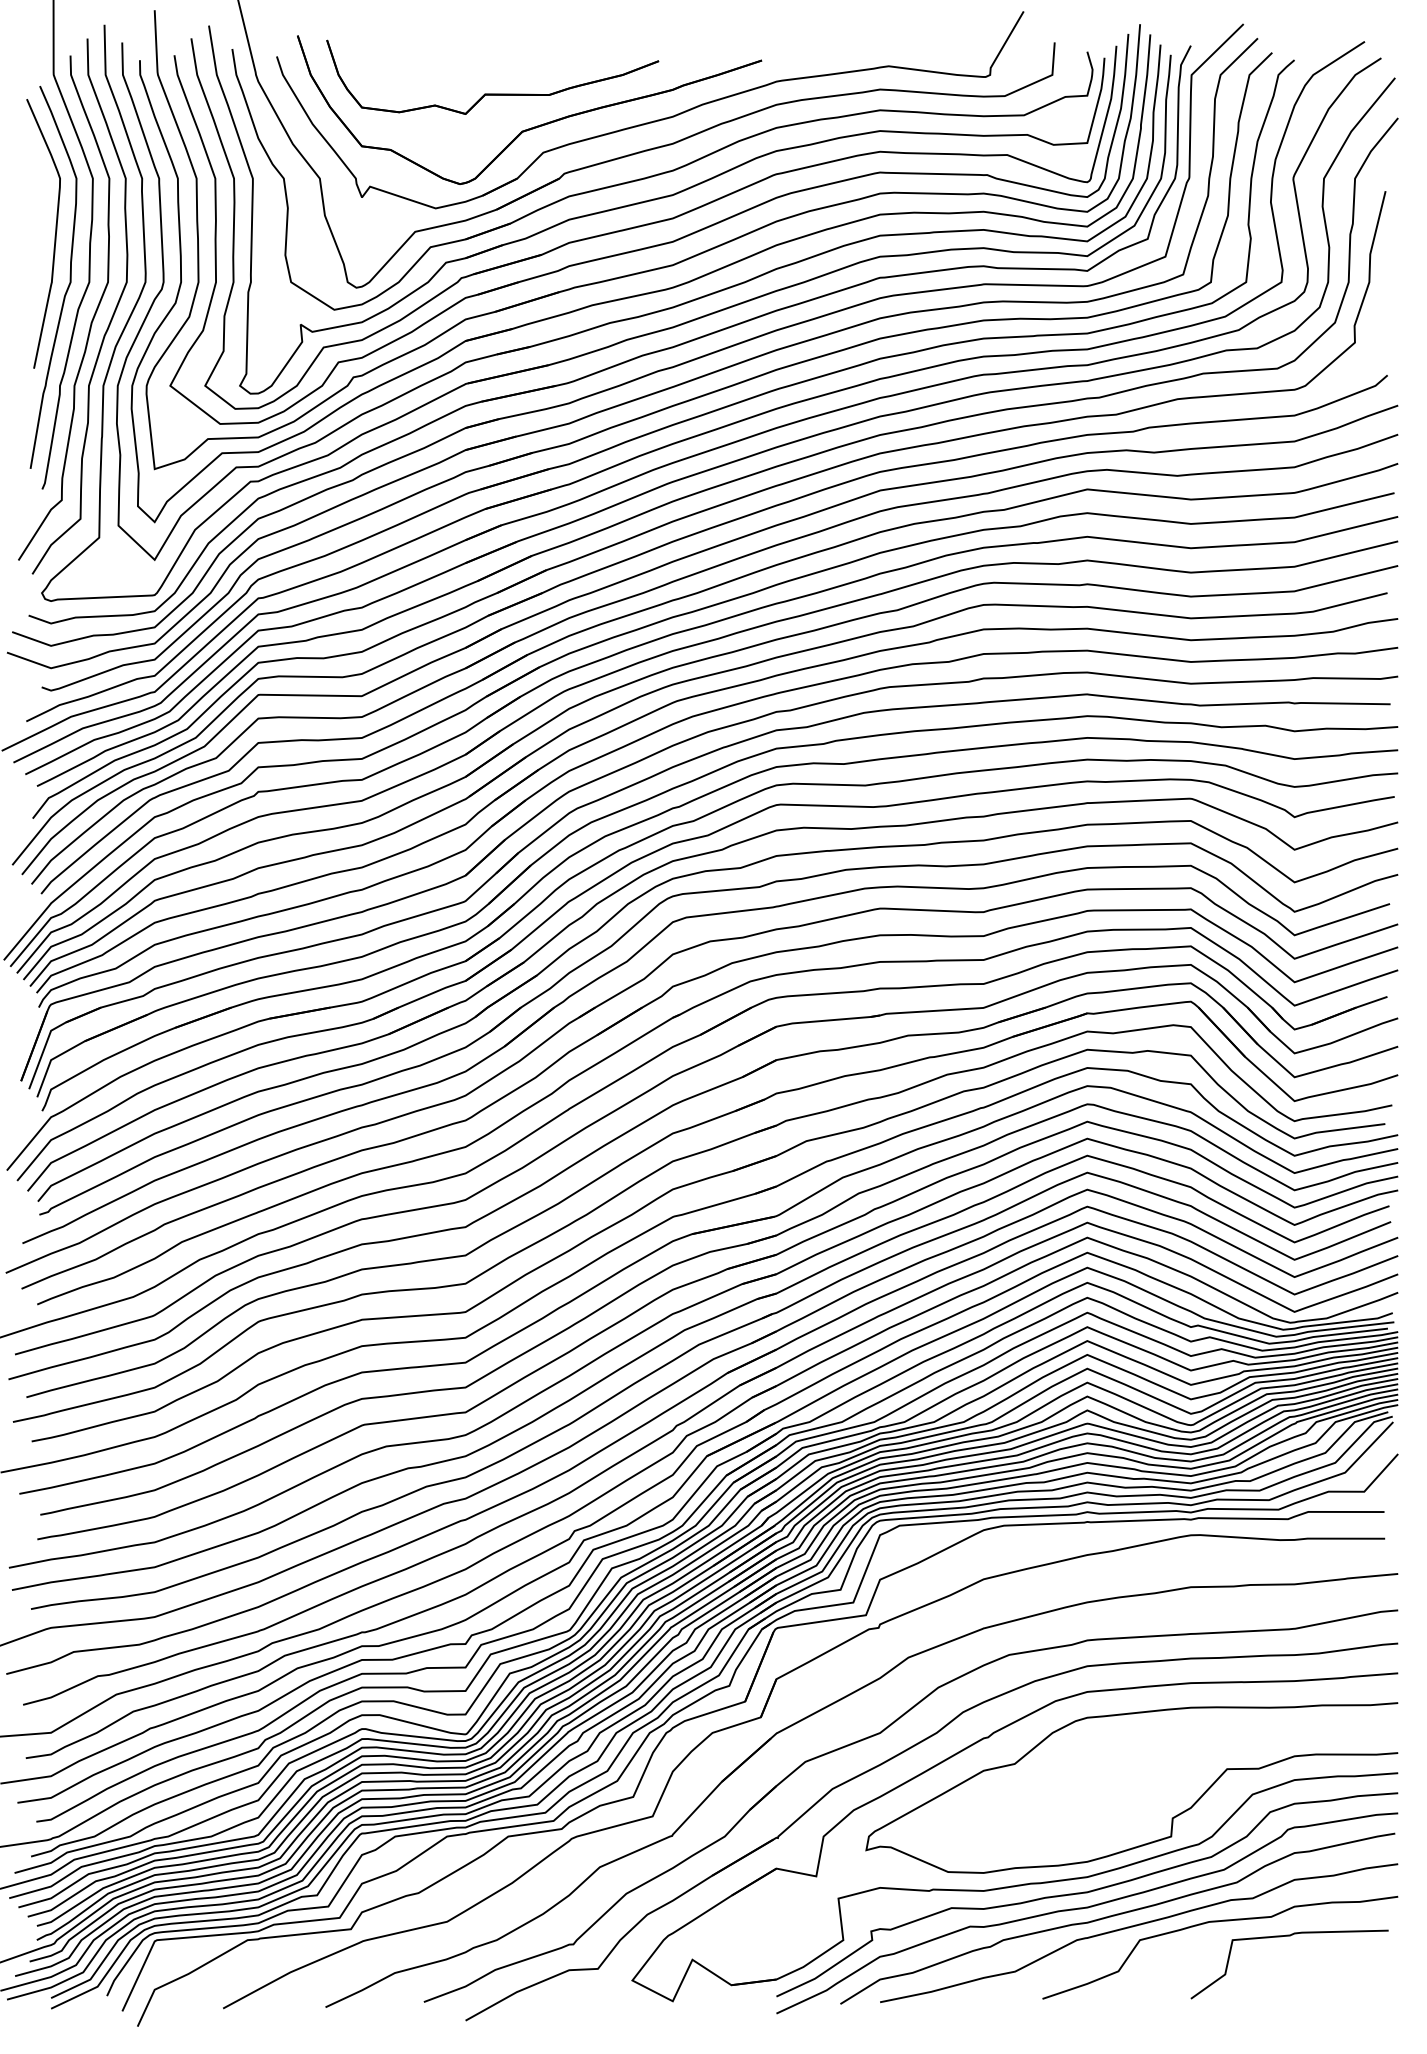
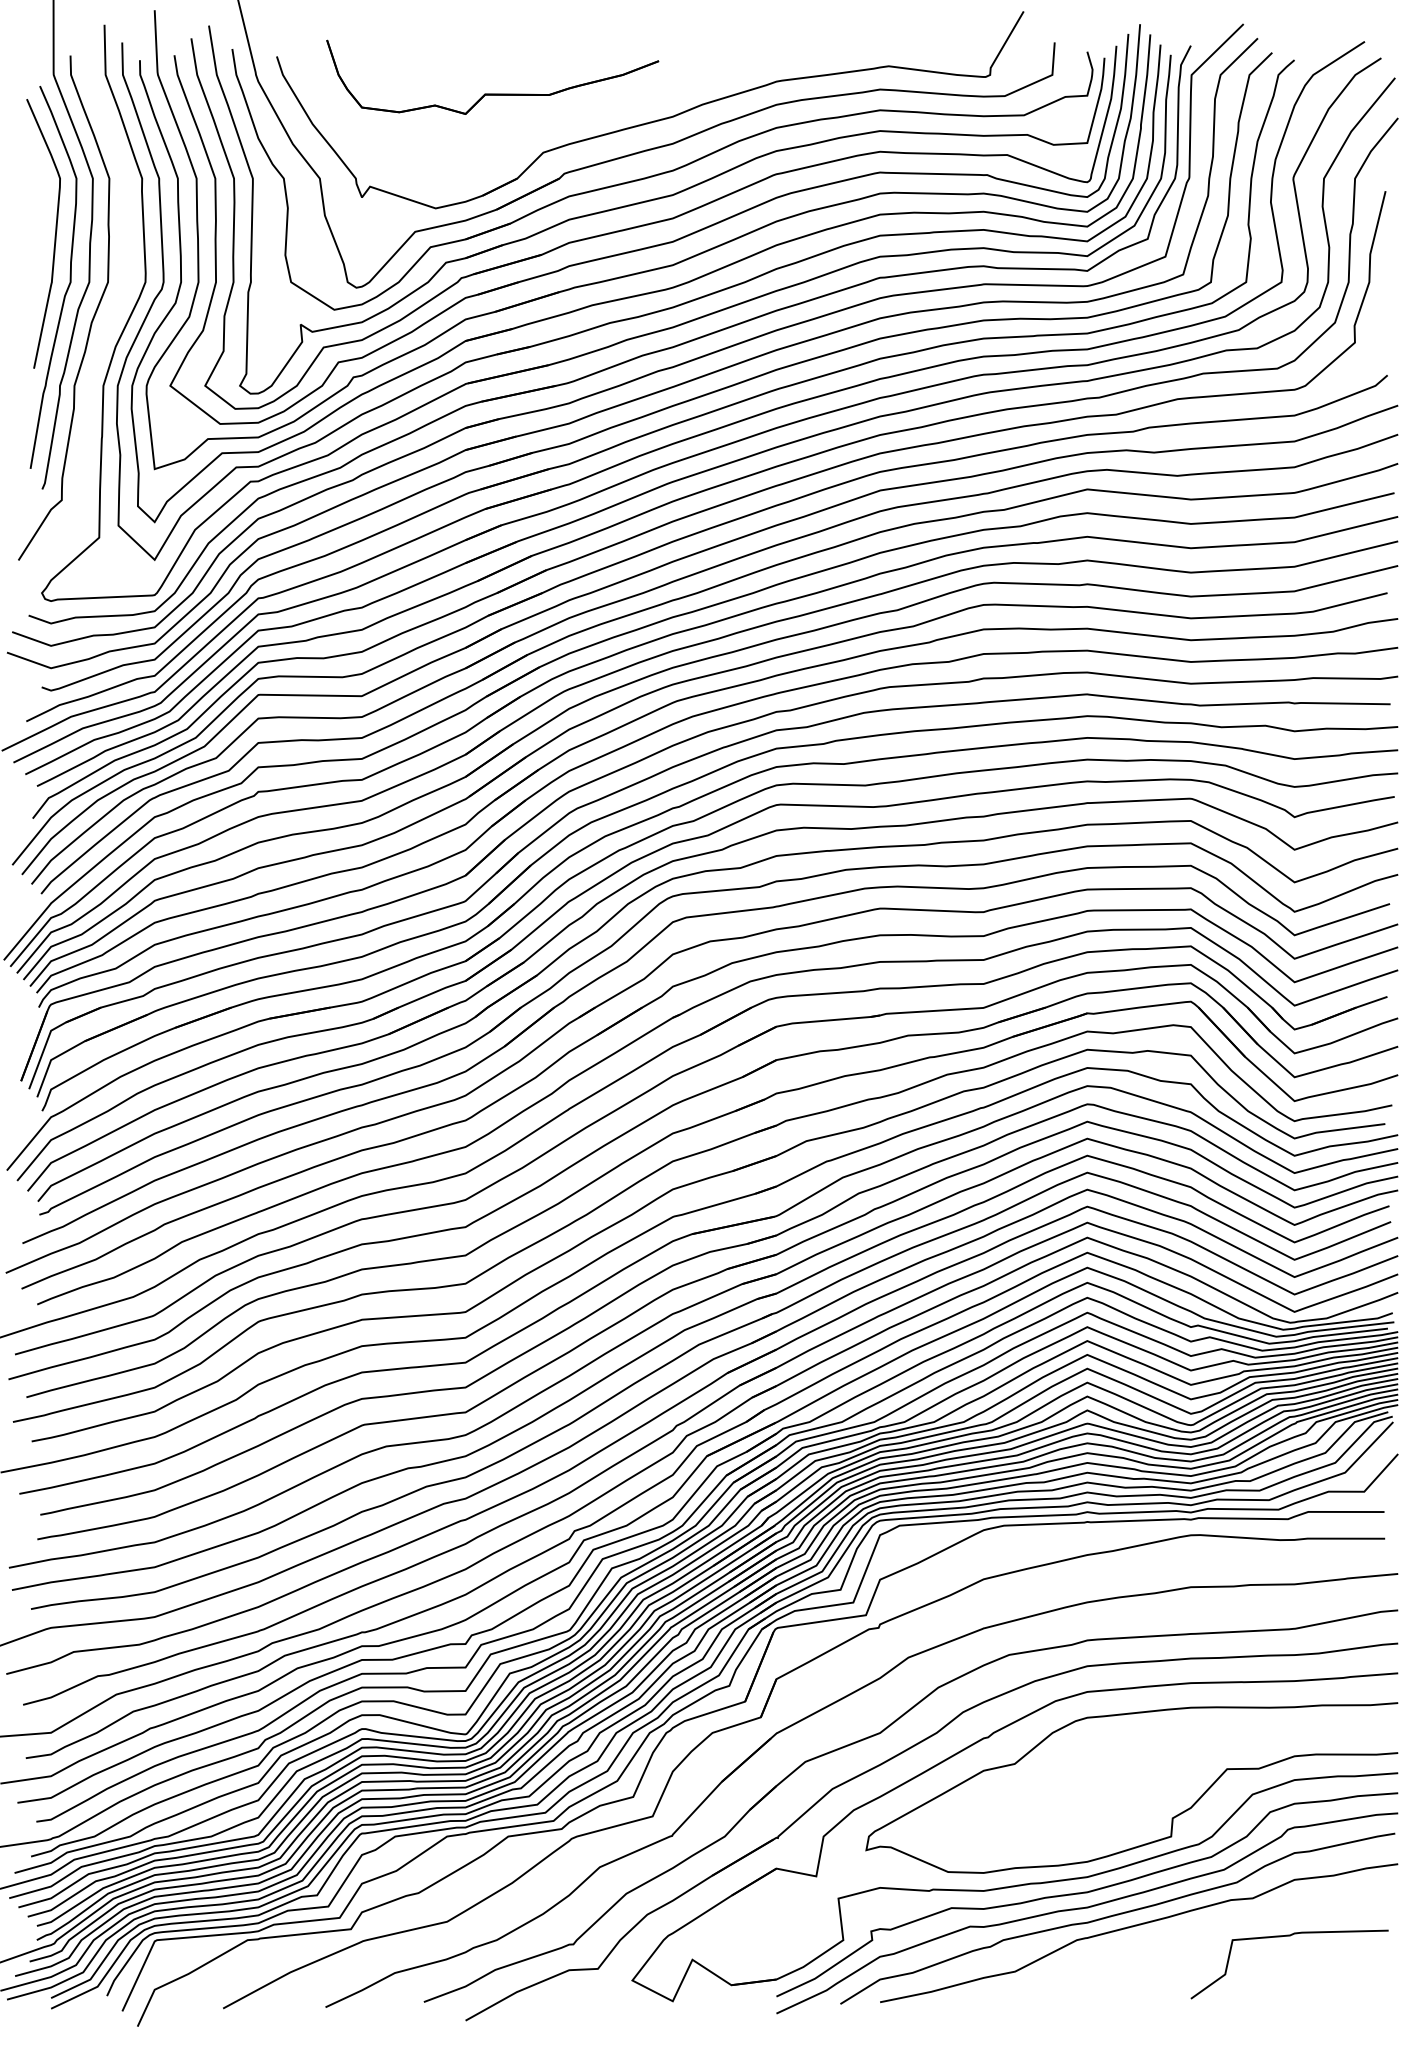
part at (534, 126): present -> none
curve at (111, 316): present -> none
curve at (1218, 1922): present -> none
